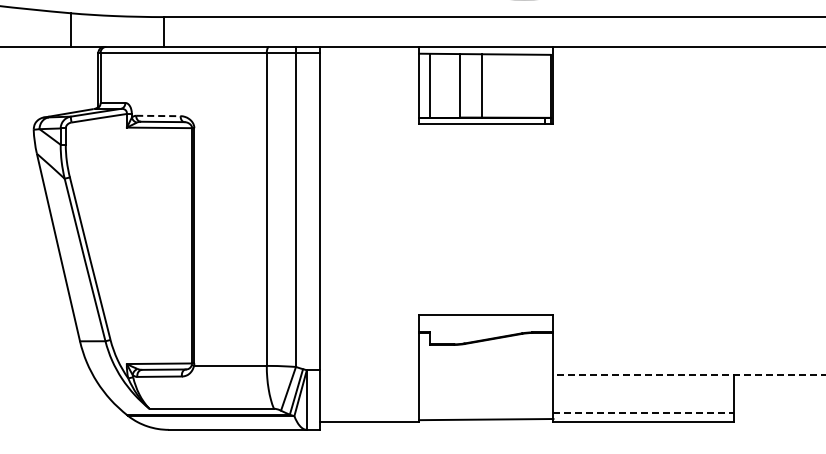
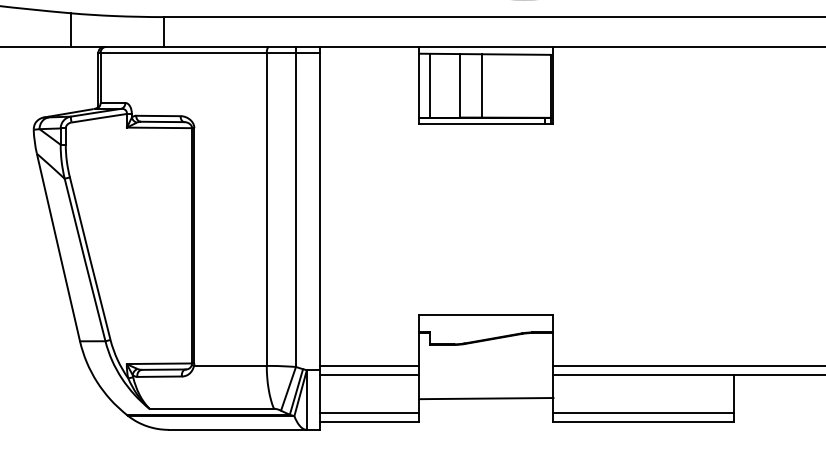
line at (158, 116): dashed -> solid
line at (369, 365): none -> present
line at (687, 365): none -> present
line at (369, 374): none -> present
line at (689, 374): dashed -> solid
line at (369, 413): none -> present
line at (644, 413): dashed -> solid
line at (486, 419) position: (486, 419) -> (486, 398)
